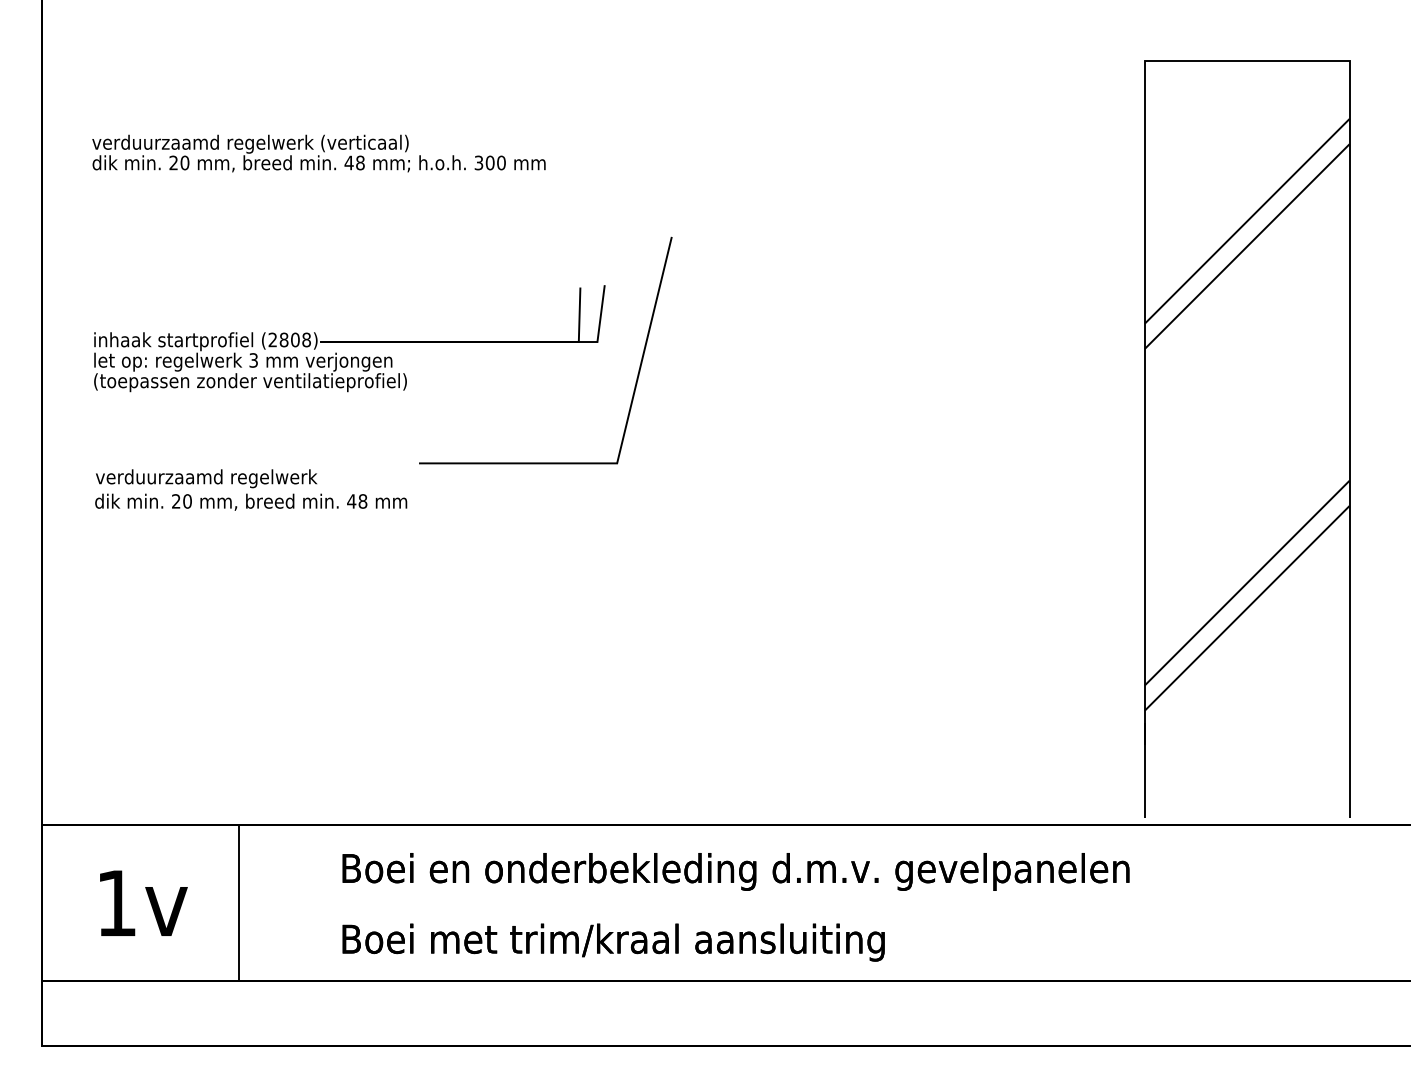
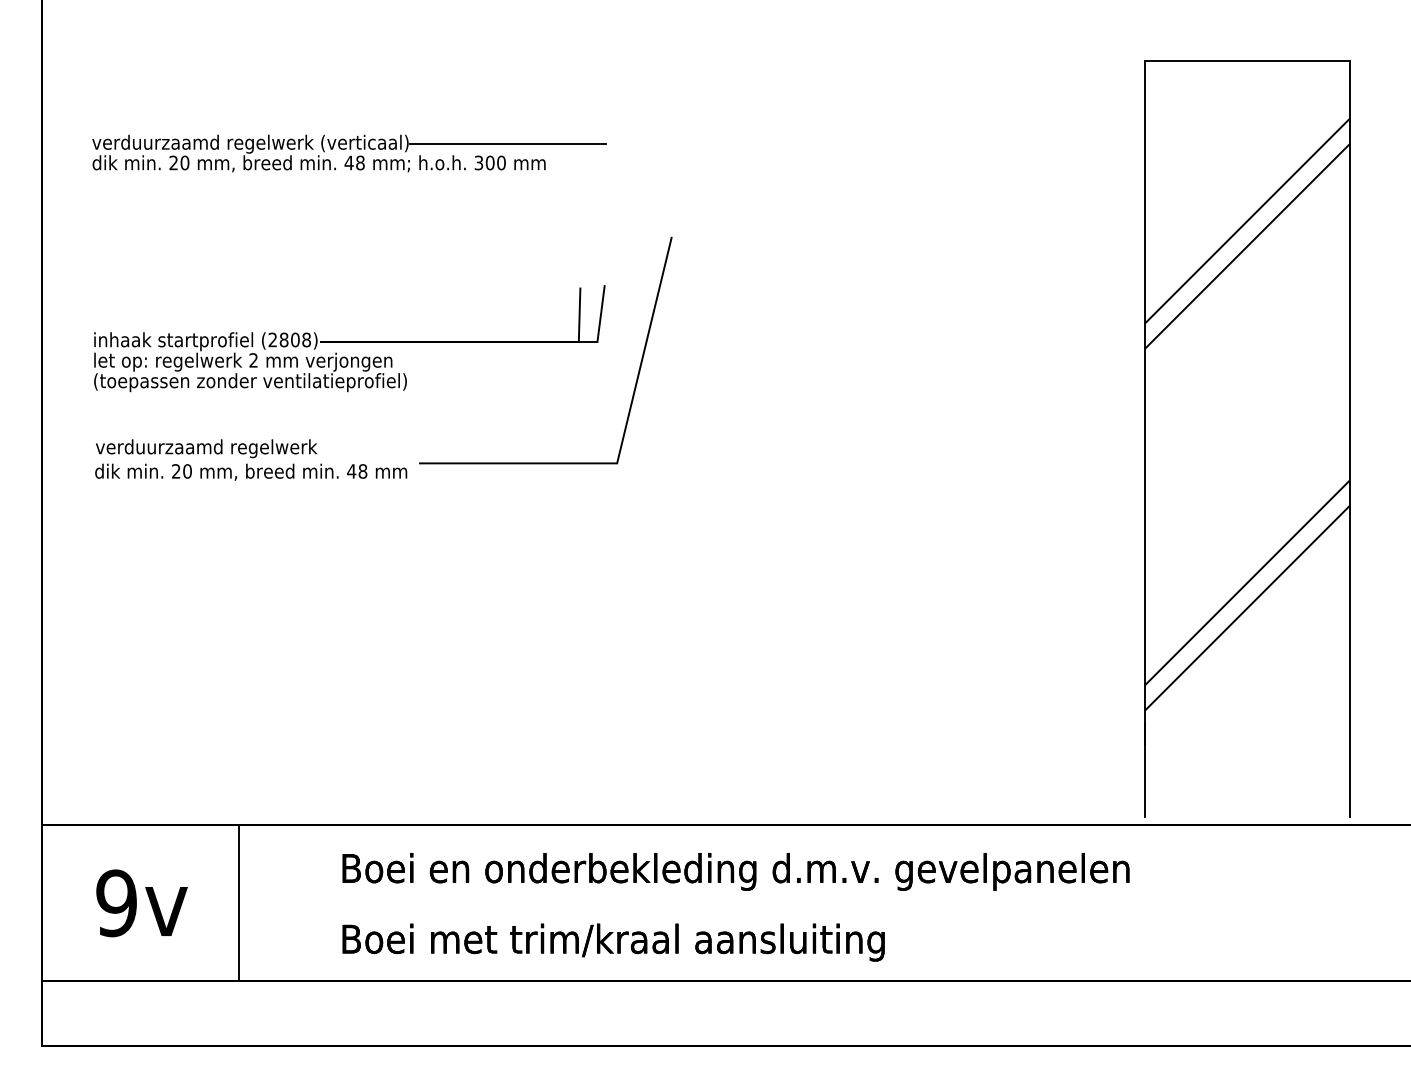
line at (507, 144): none -> present
text at (253, 360): 3 -> 2
text at (251, 489) position: (251, 489) -> (251, 459)
text at (116, 903): 1v -> 9v
